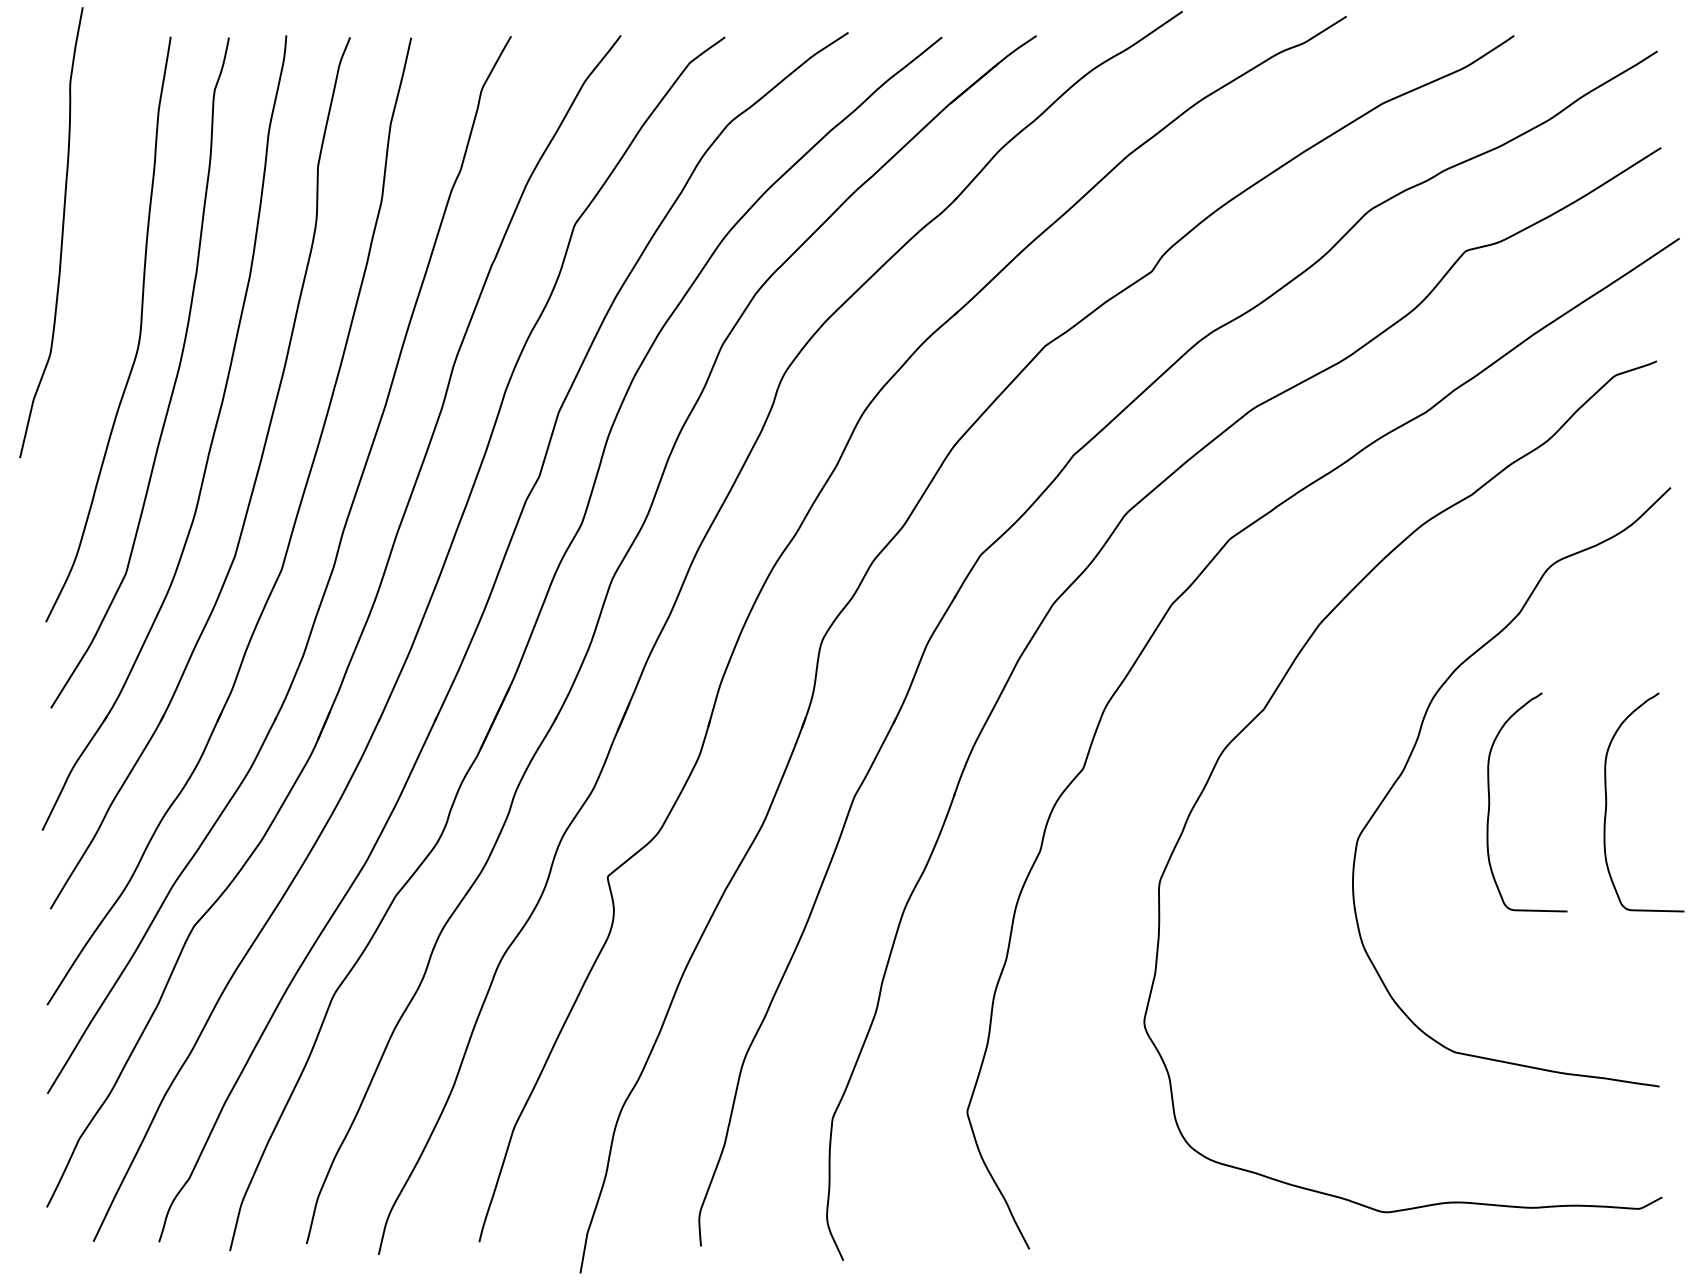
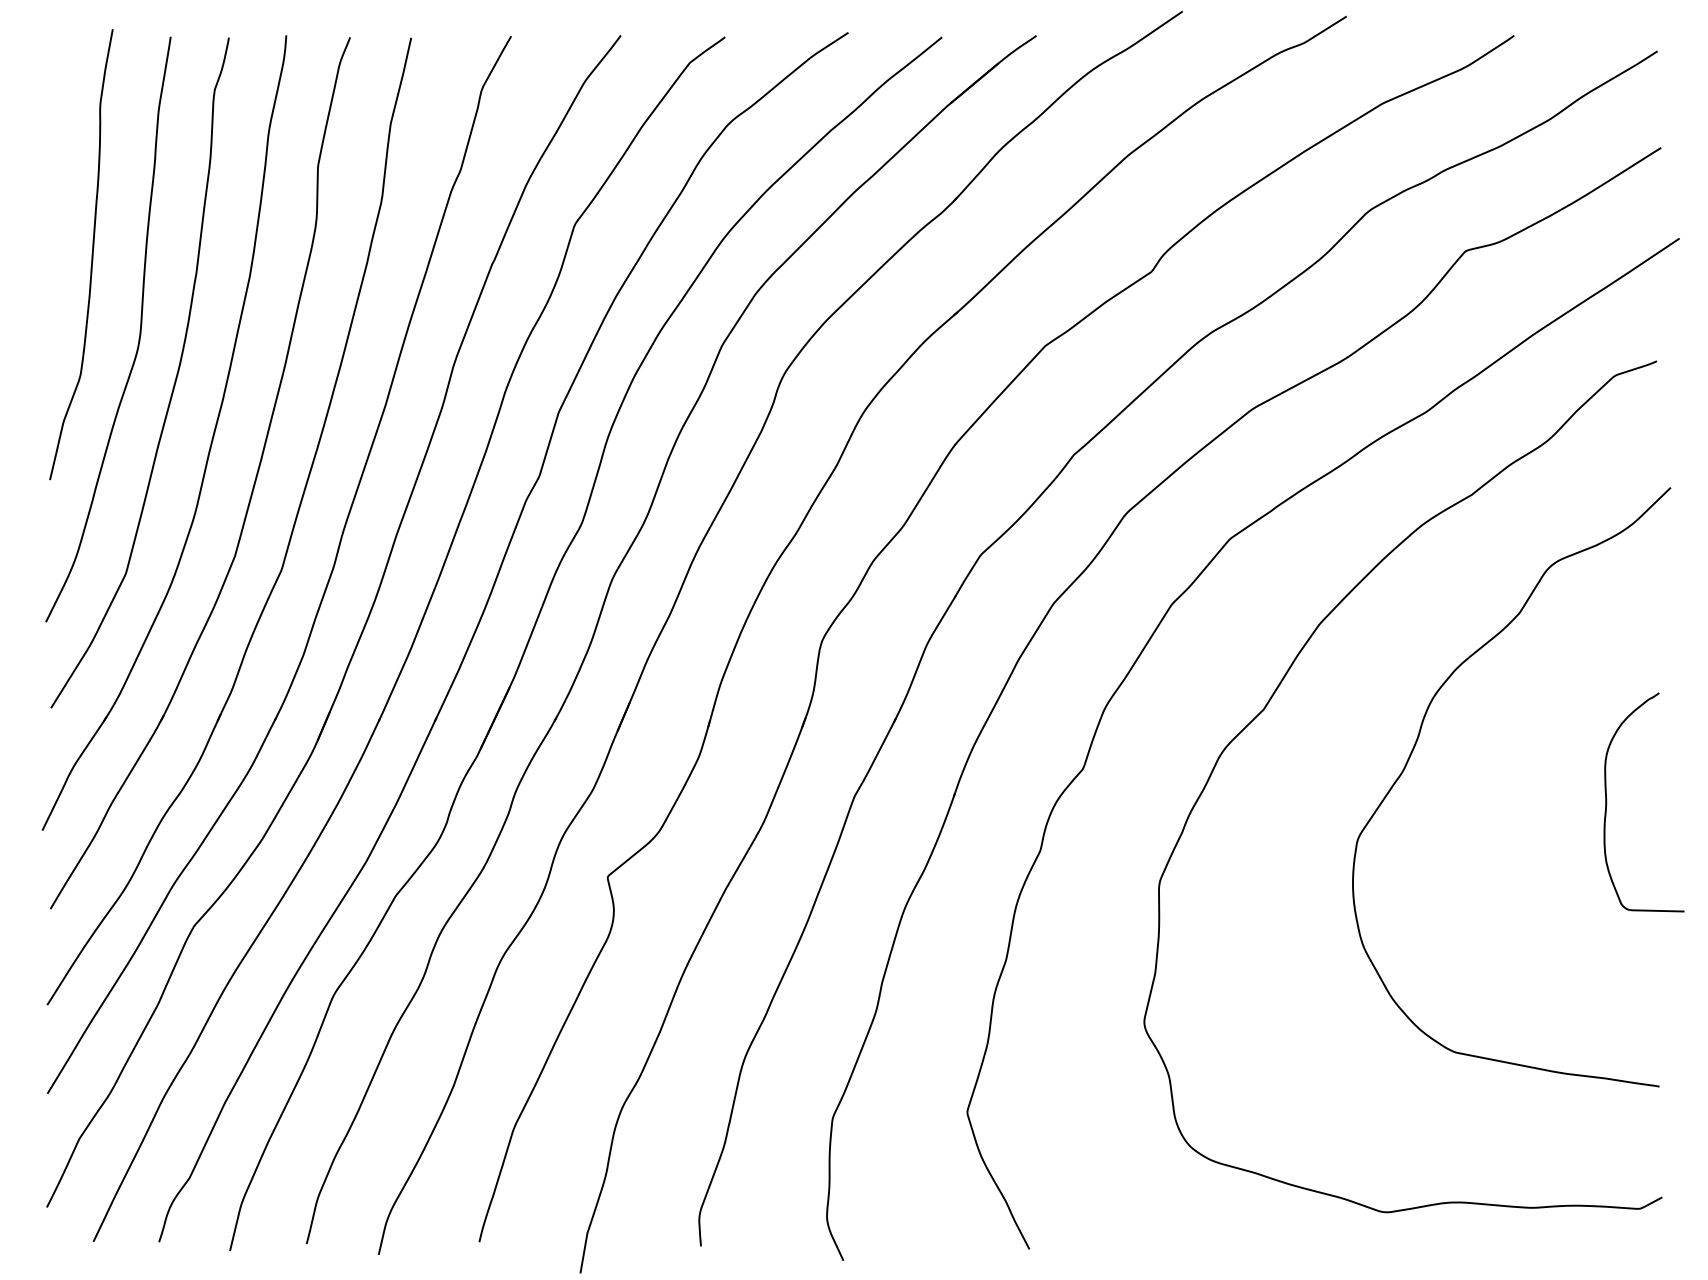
curve at (61, 232) position: (61, 232) -> (91, 254)
curve at (1490, 802): present -> none
